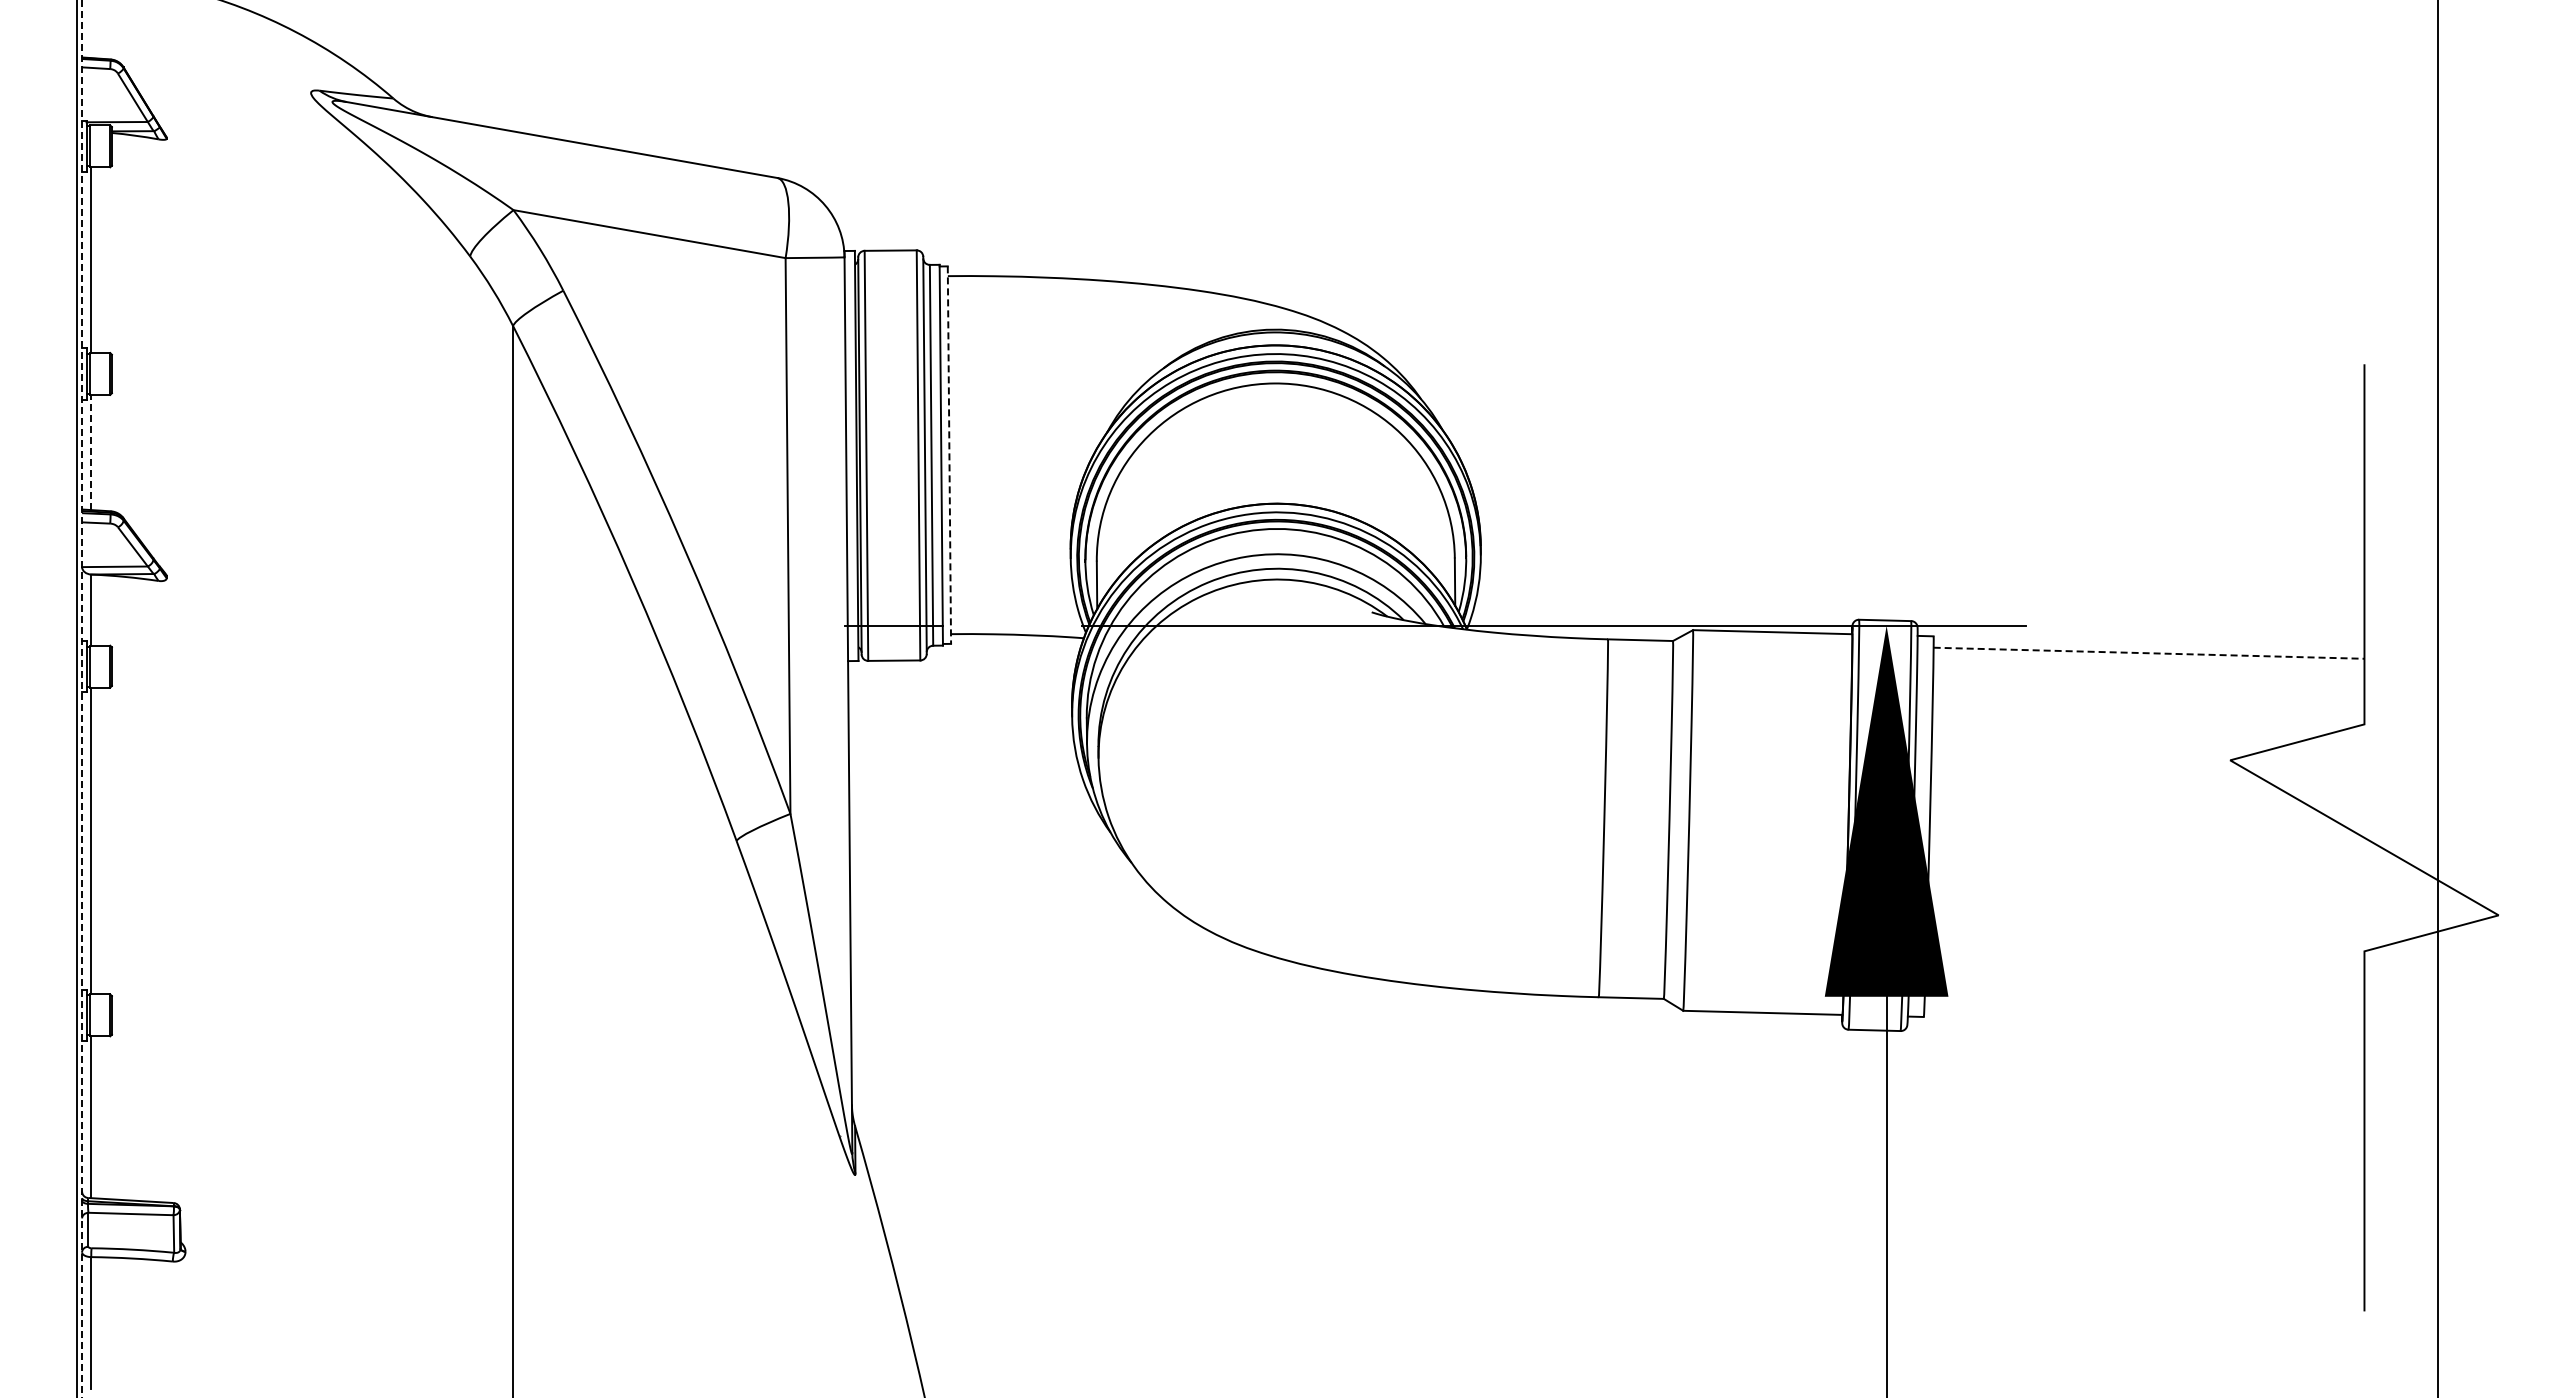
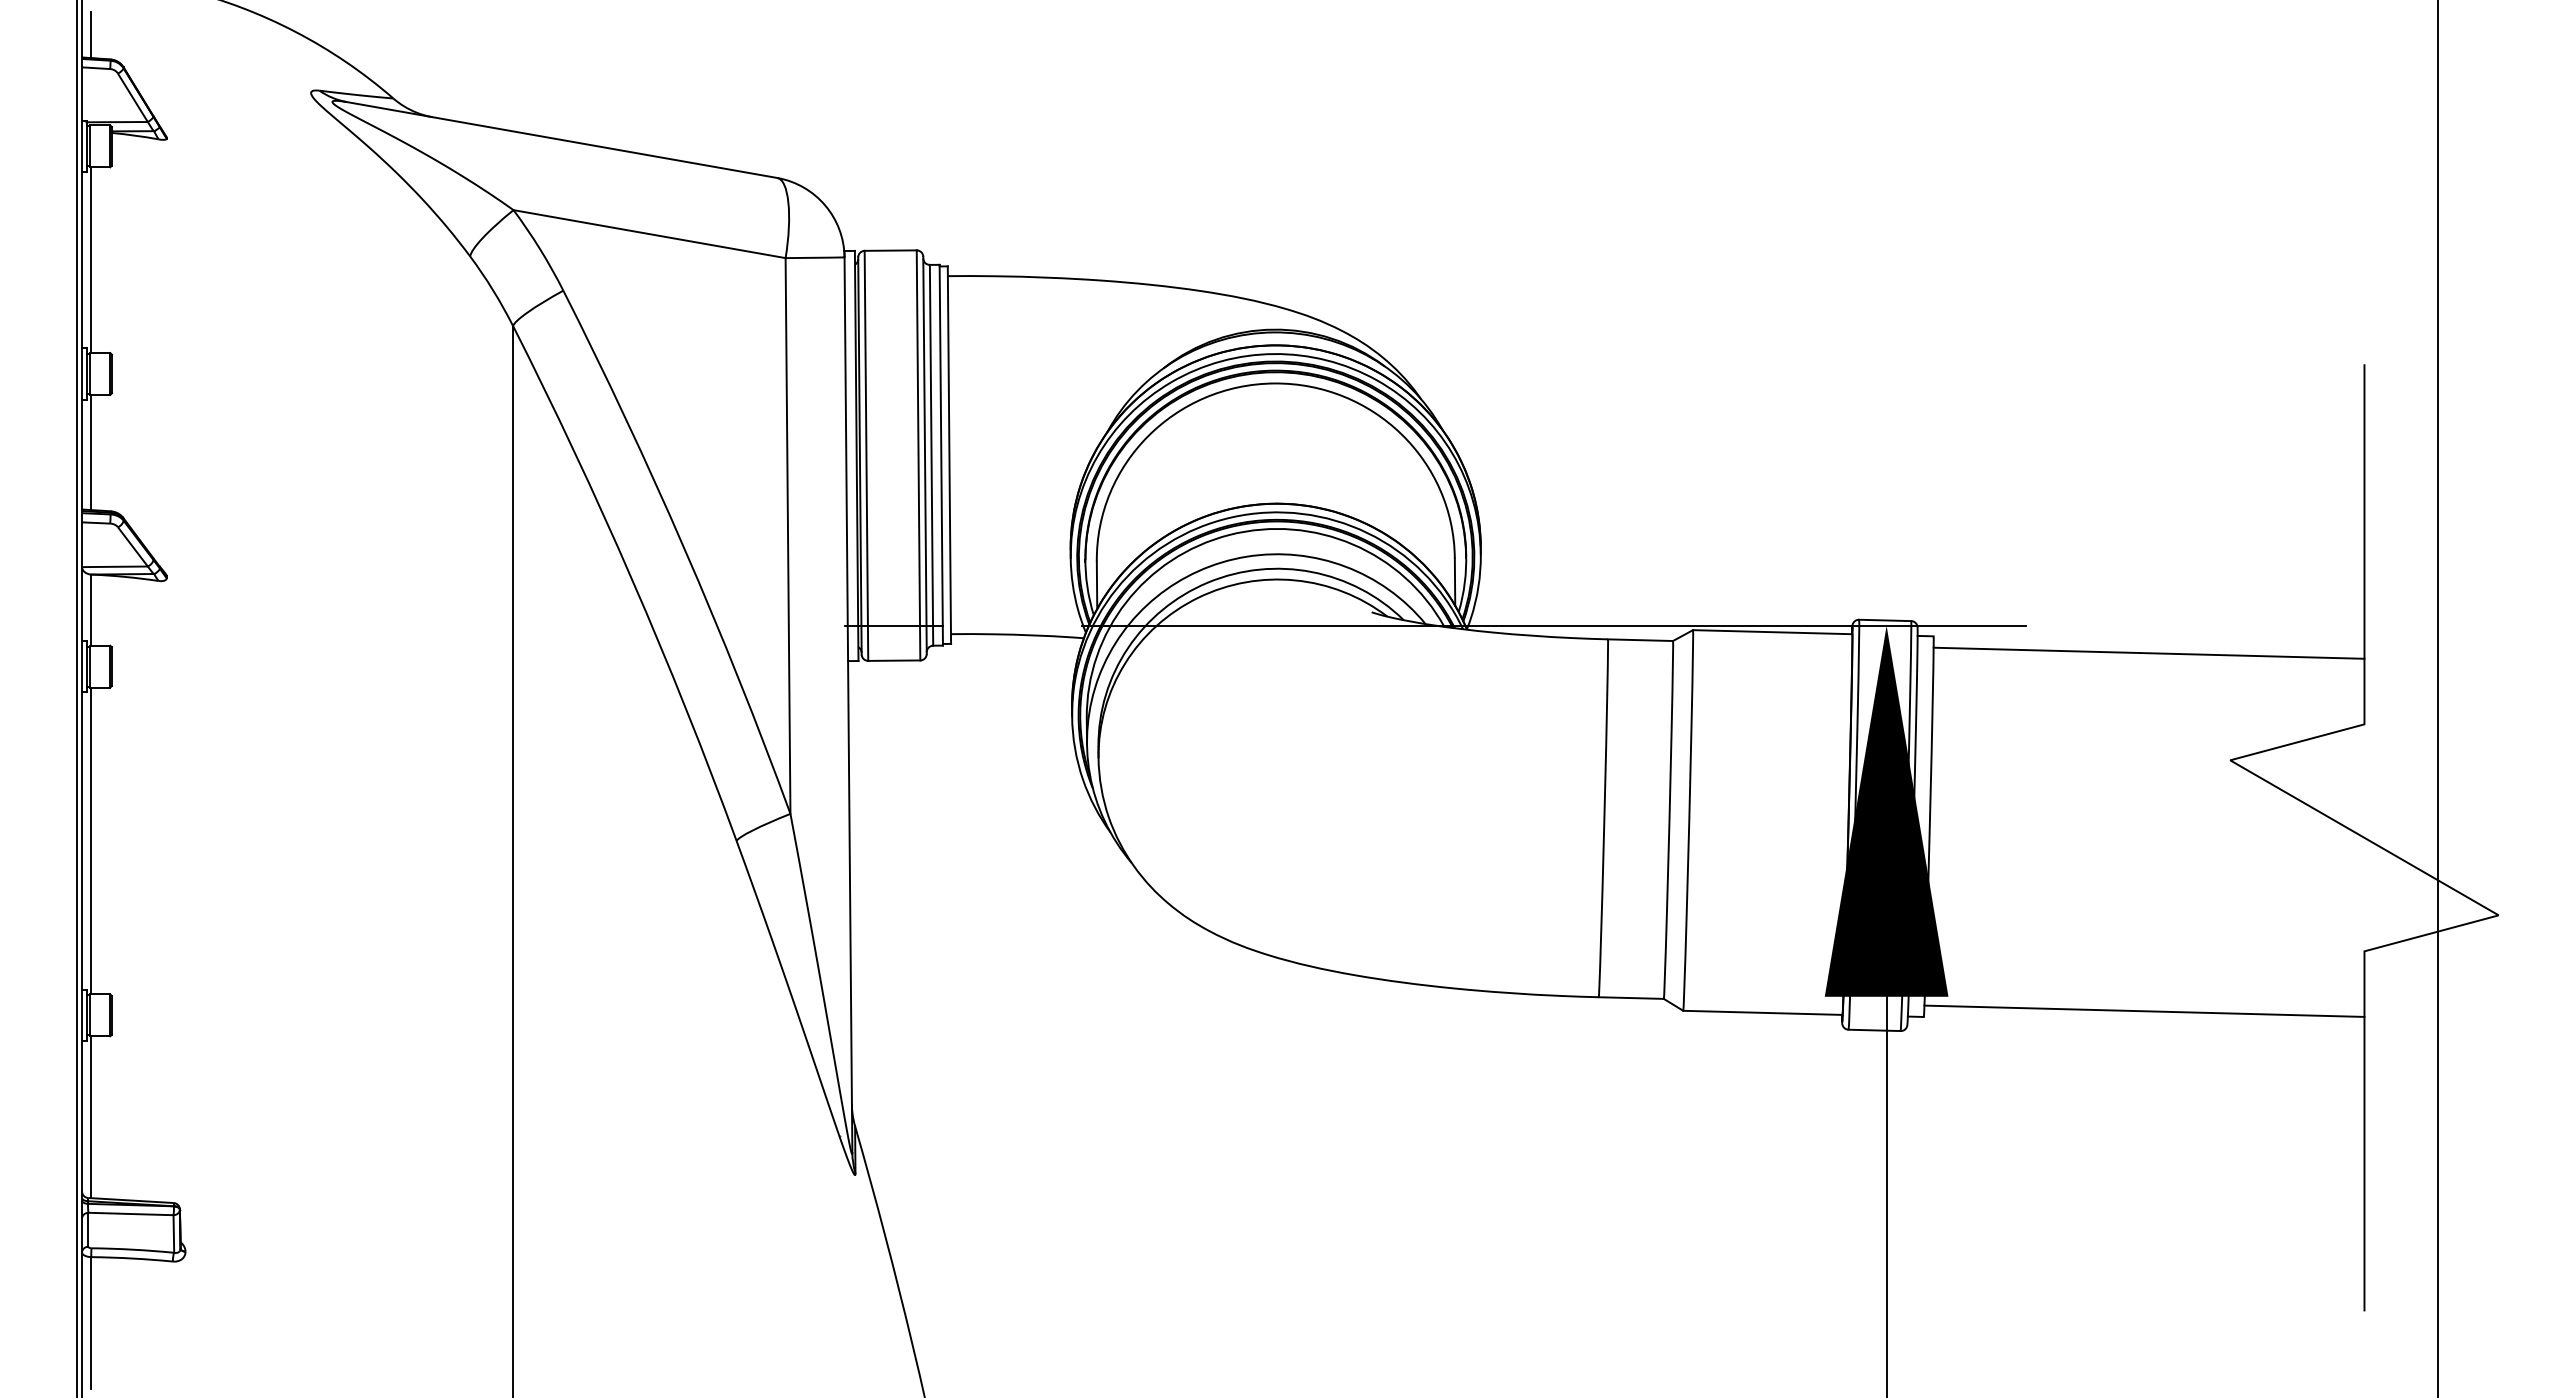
line at (91, 34): none -> present
line at (91, 452): dashed -> solid
line at (949, 455): dashed -> solid
line at (2149, 653): dashed -> solid
line at (82, 698): dashed -> solid
line at (2144, 1010): none -> present
